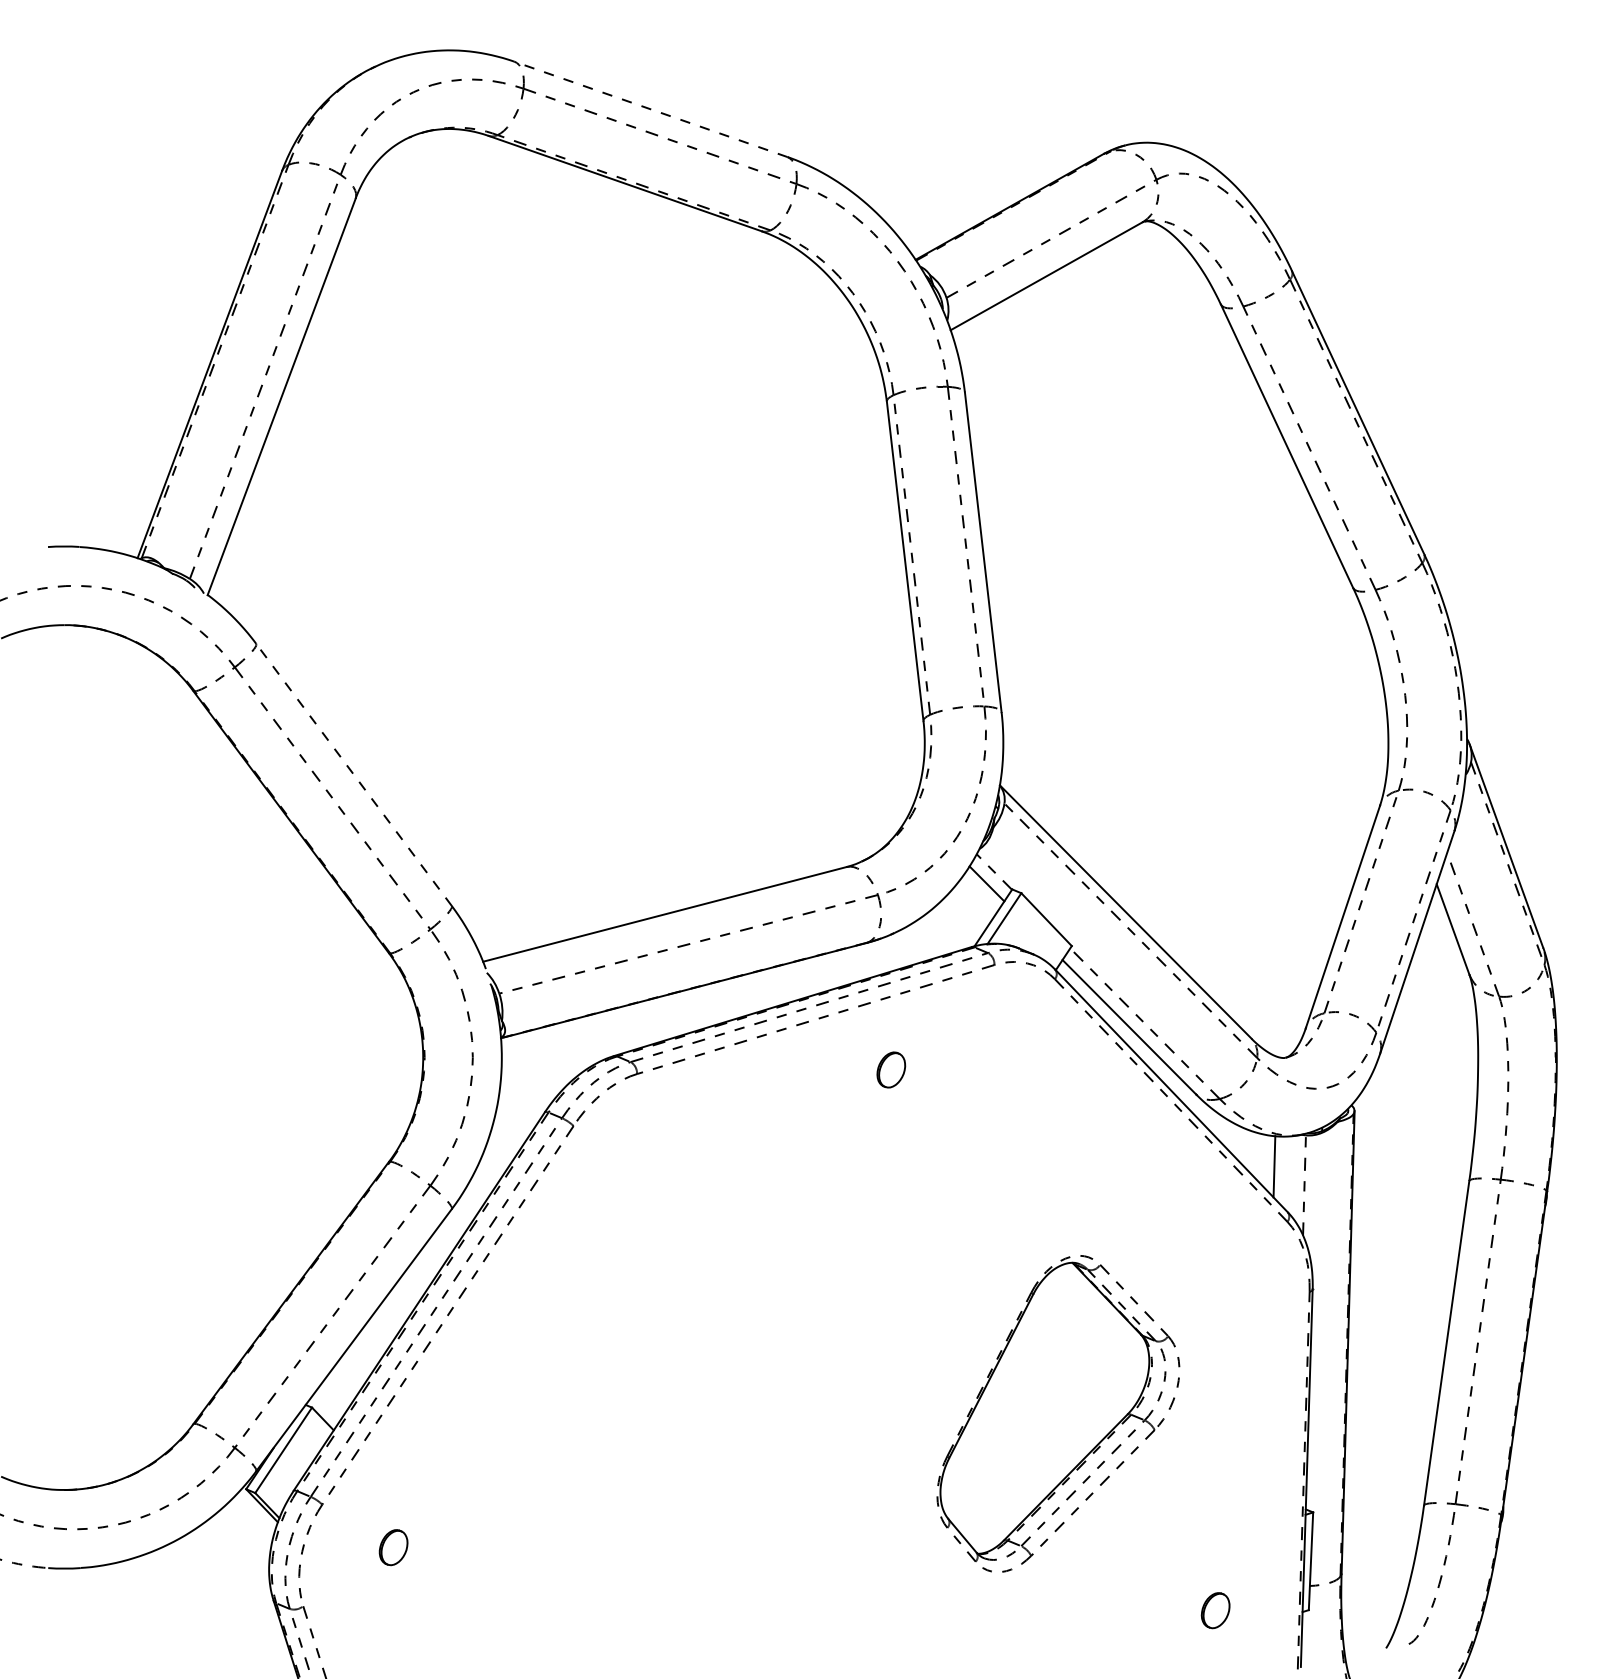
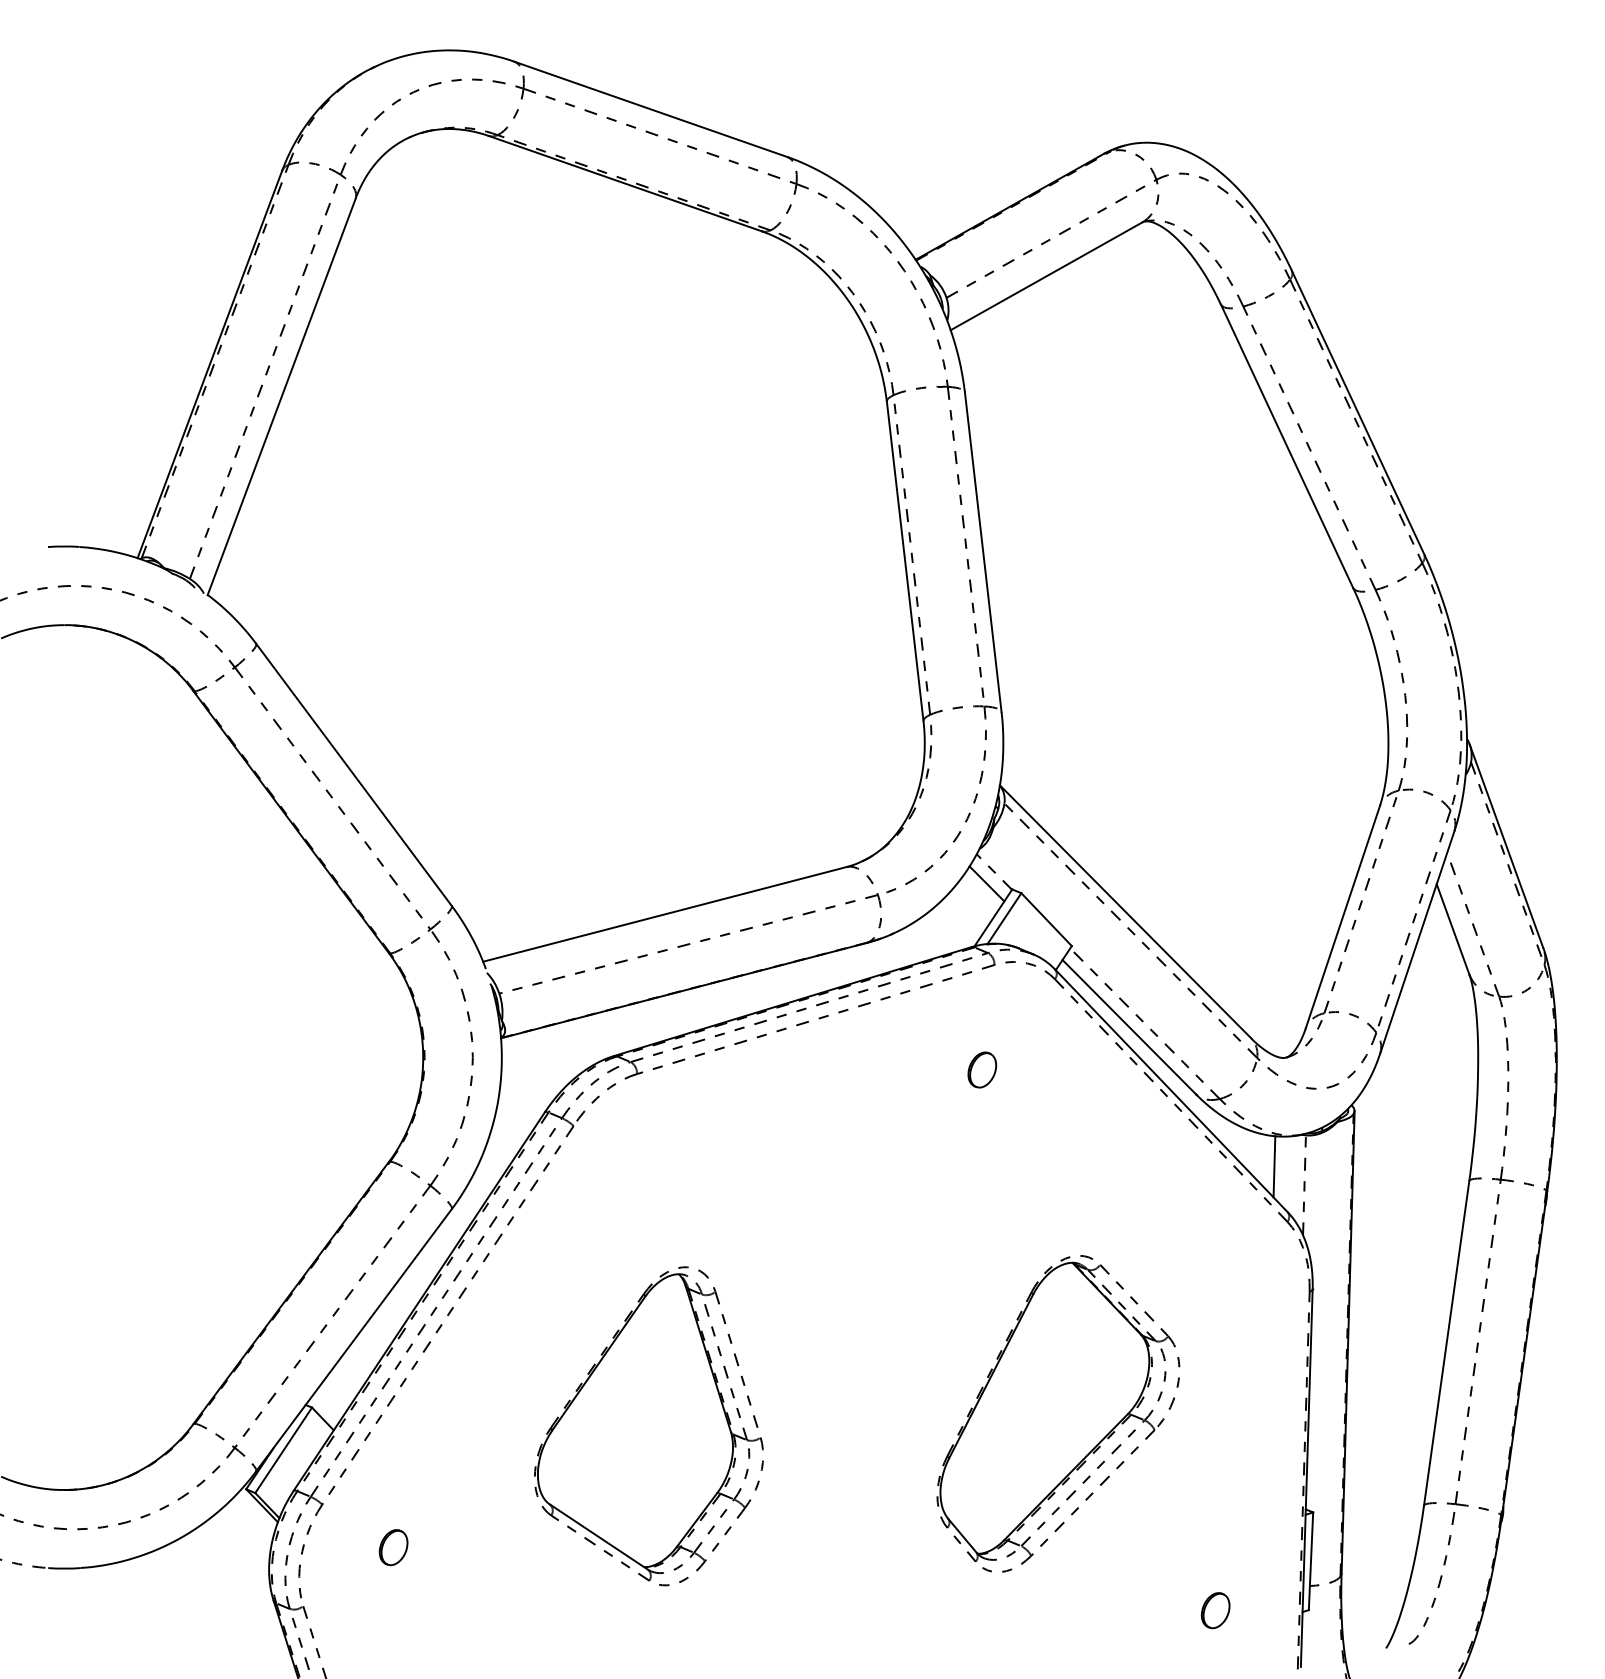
line at (651, 109): dashed -> solid
line at (354, 774): dashed -> solid
part at (891, 1069) position: (891, 1069) -> (982, 1069)
part at (648, 1426): none -> present
